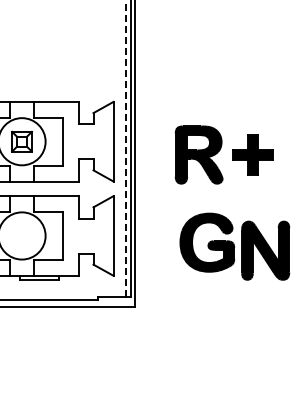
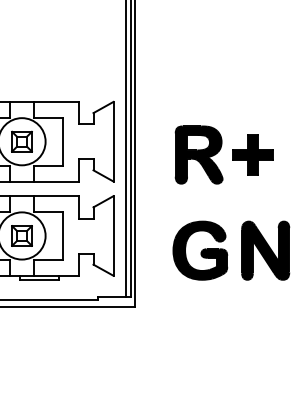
line at (125, 148): dashed -> solid
part at (21, 235): none -> present
part at (207, 242) position: (207, 242) -> (200, 250)
